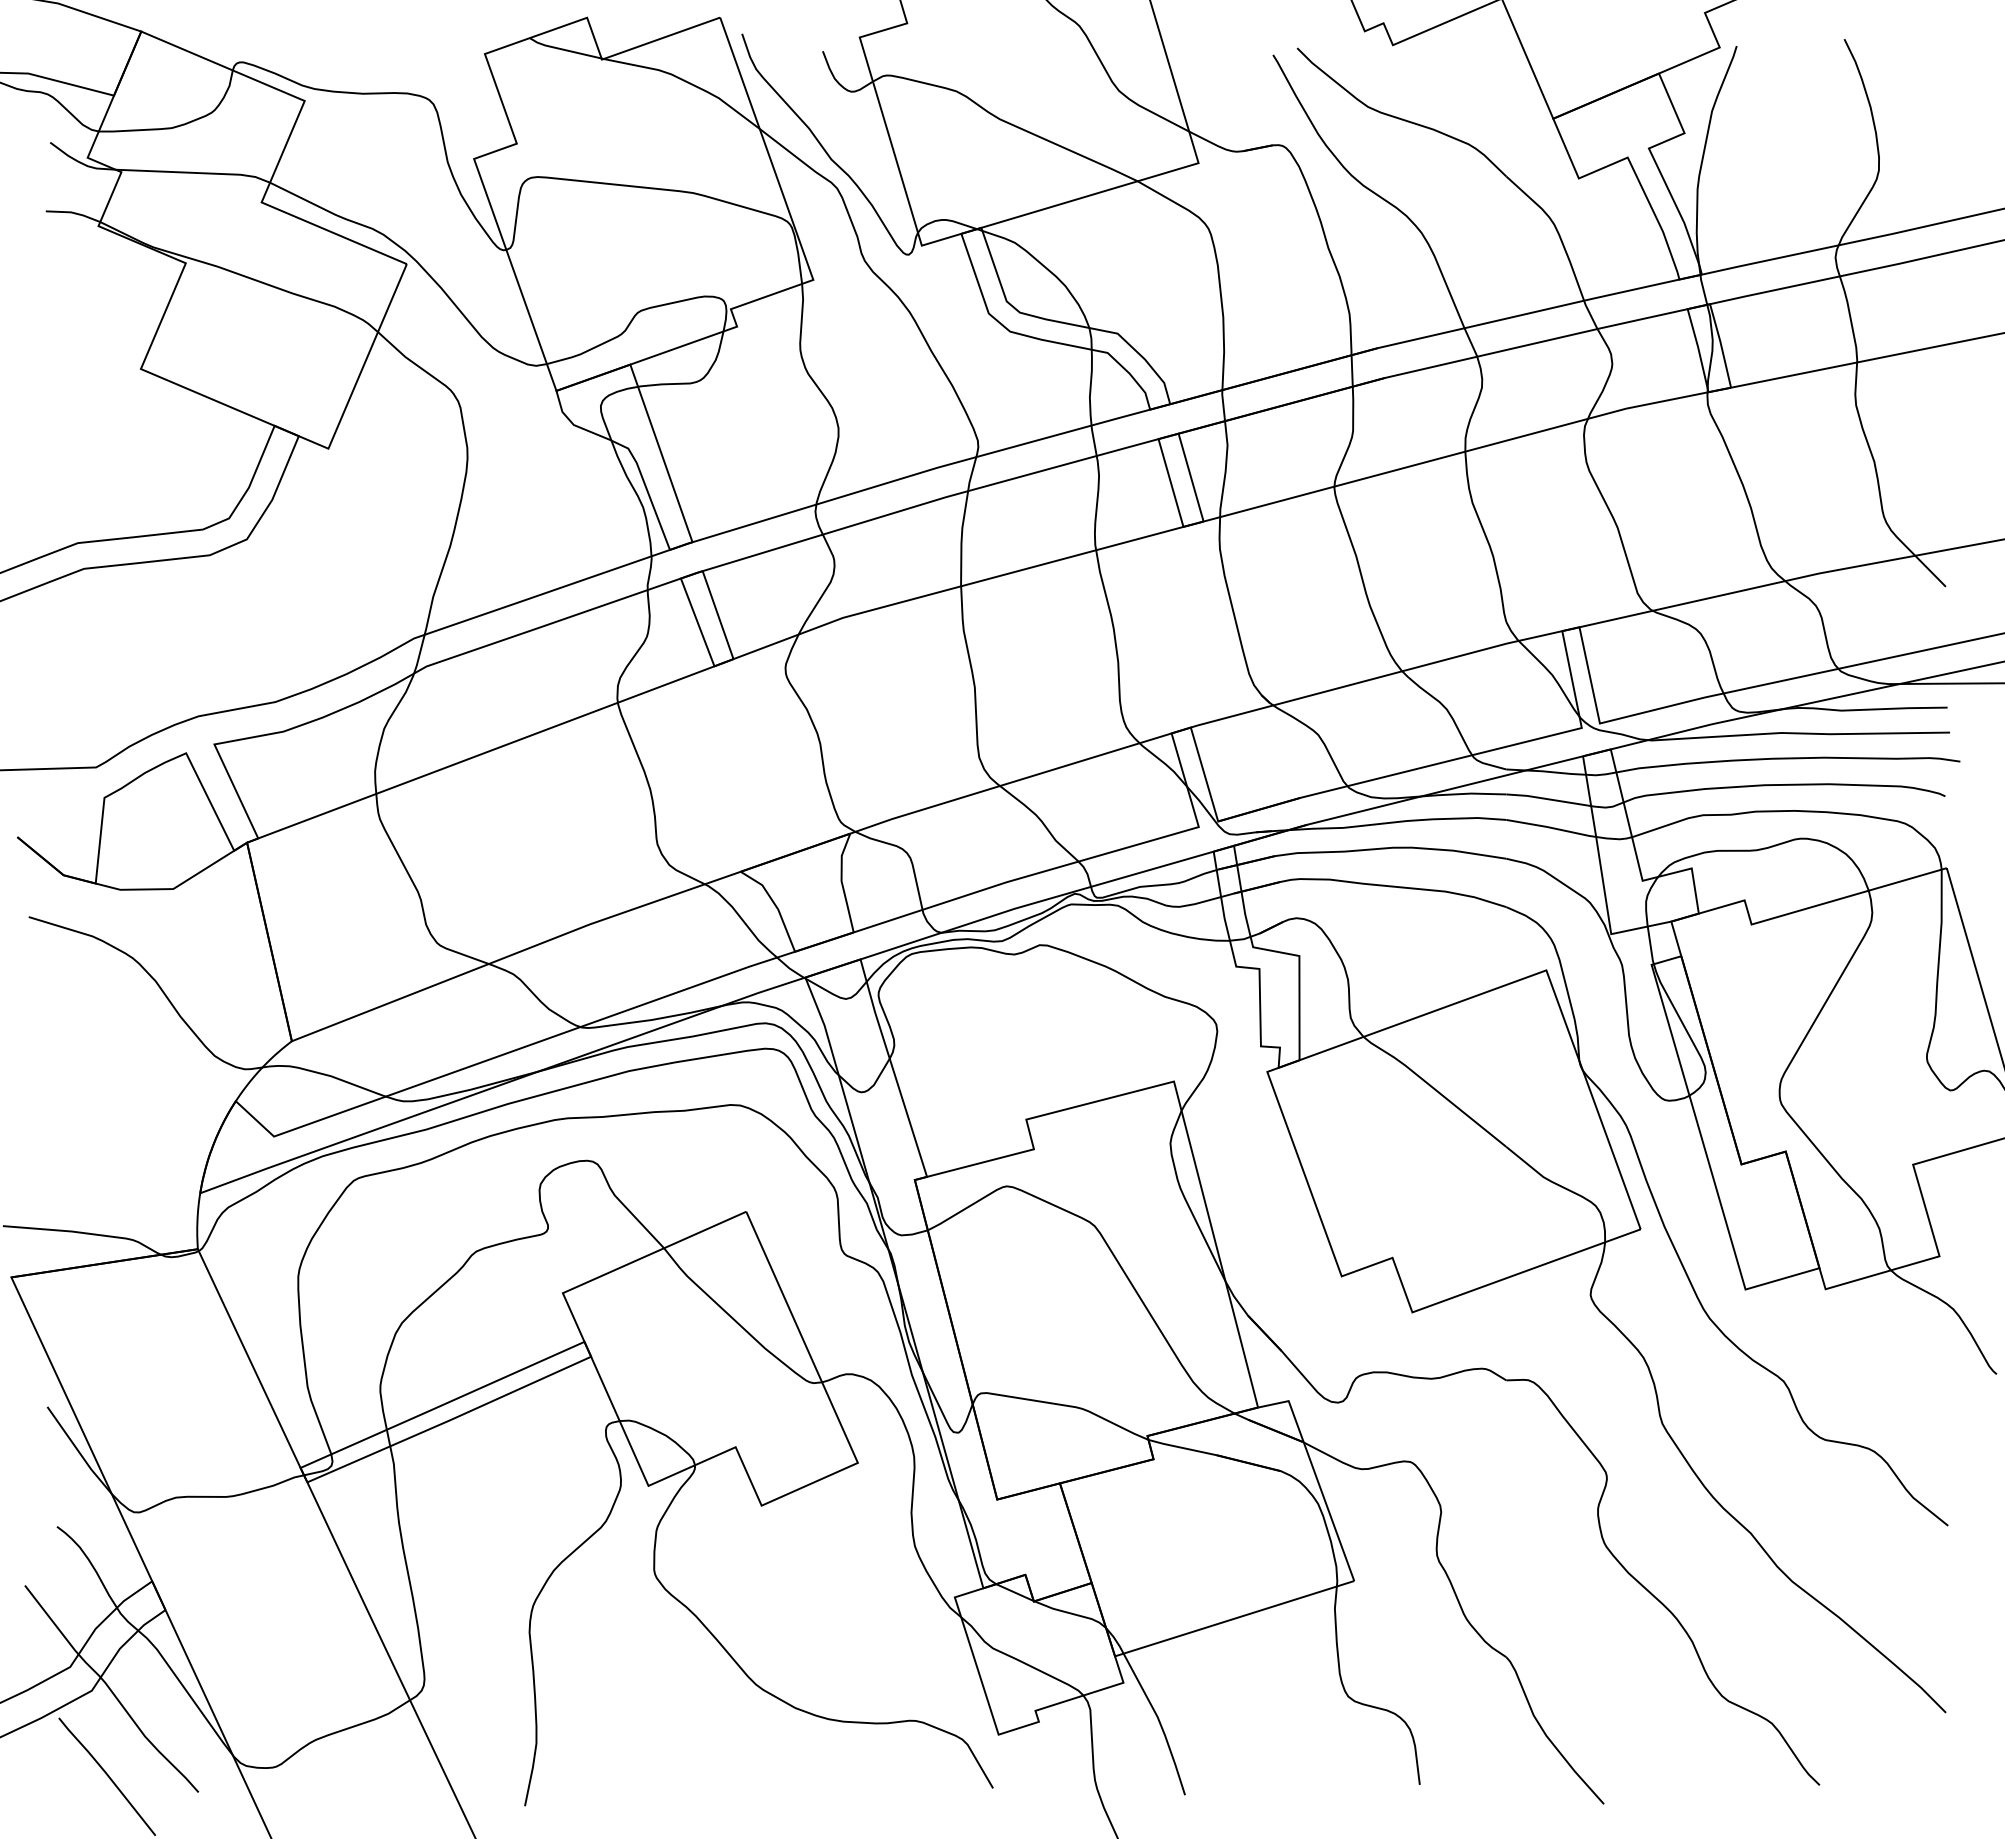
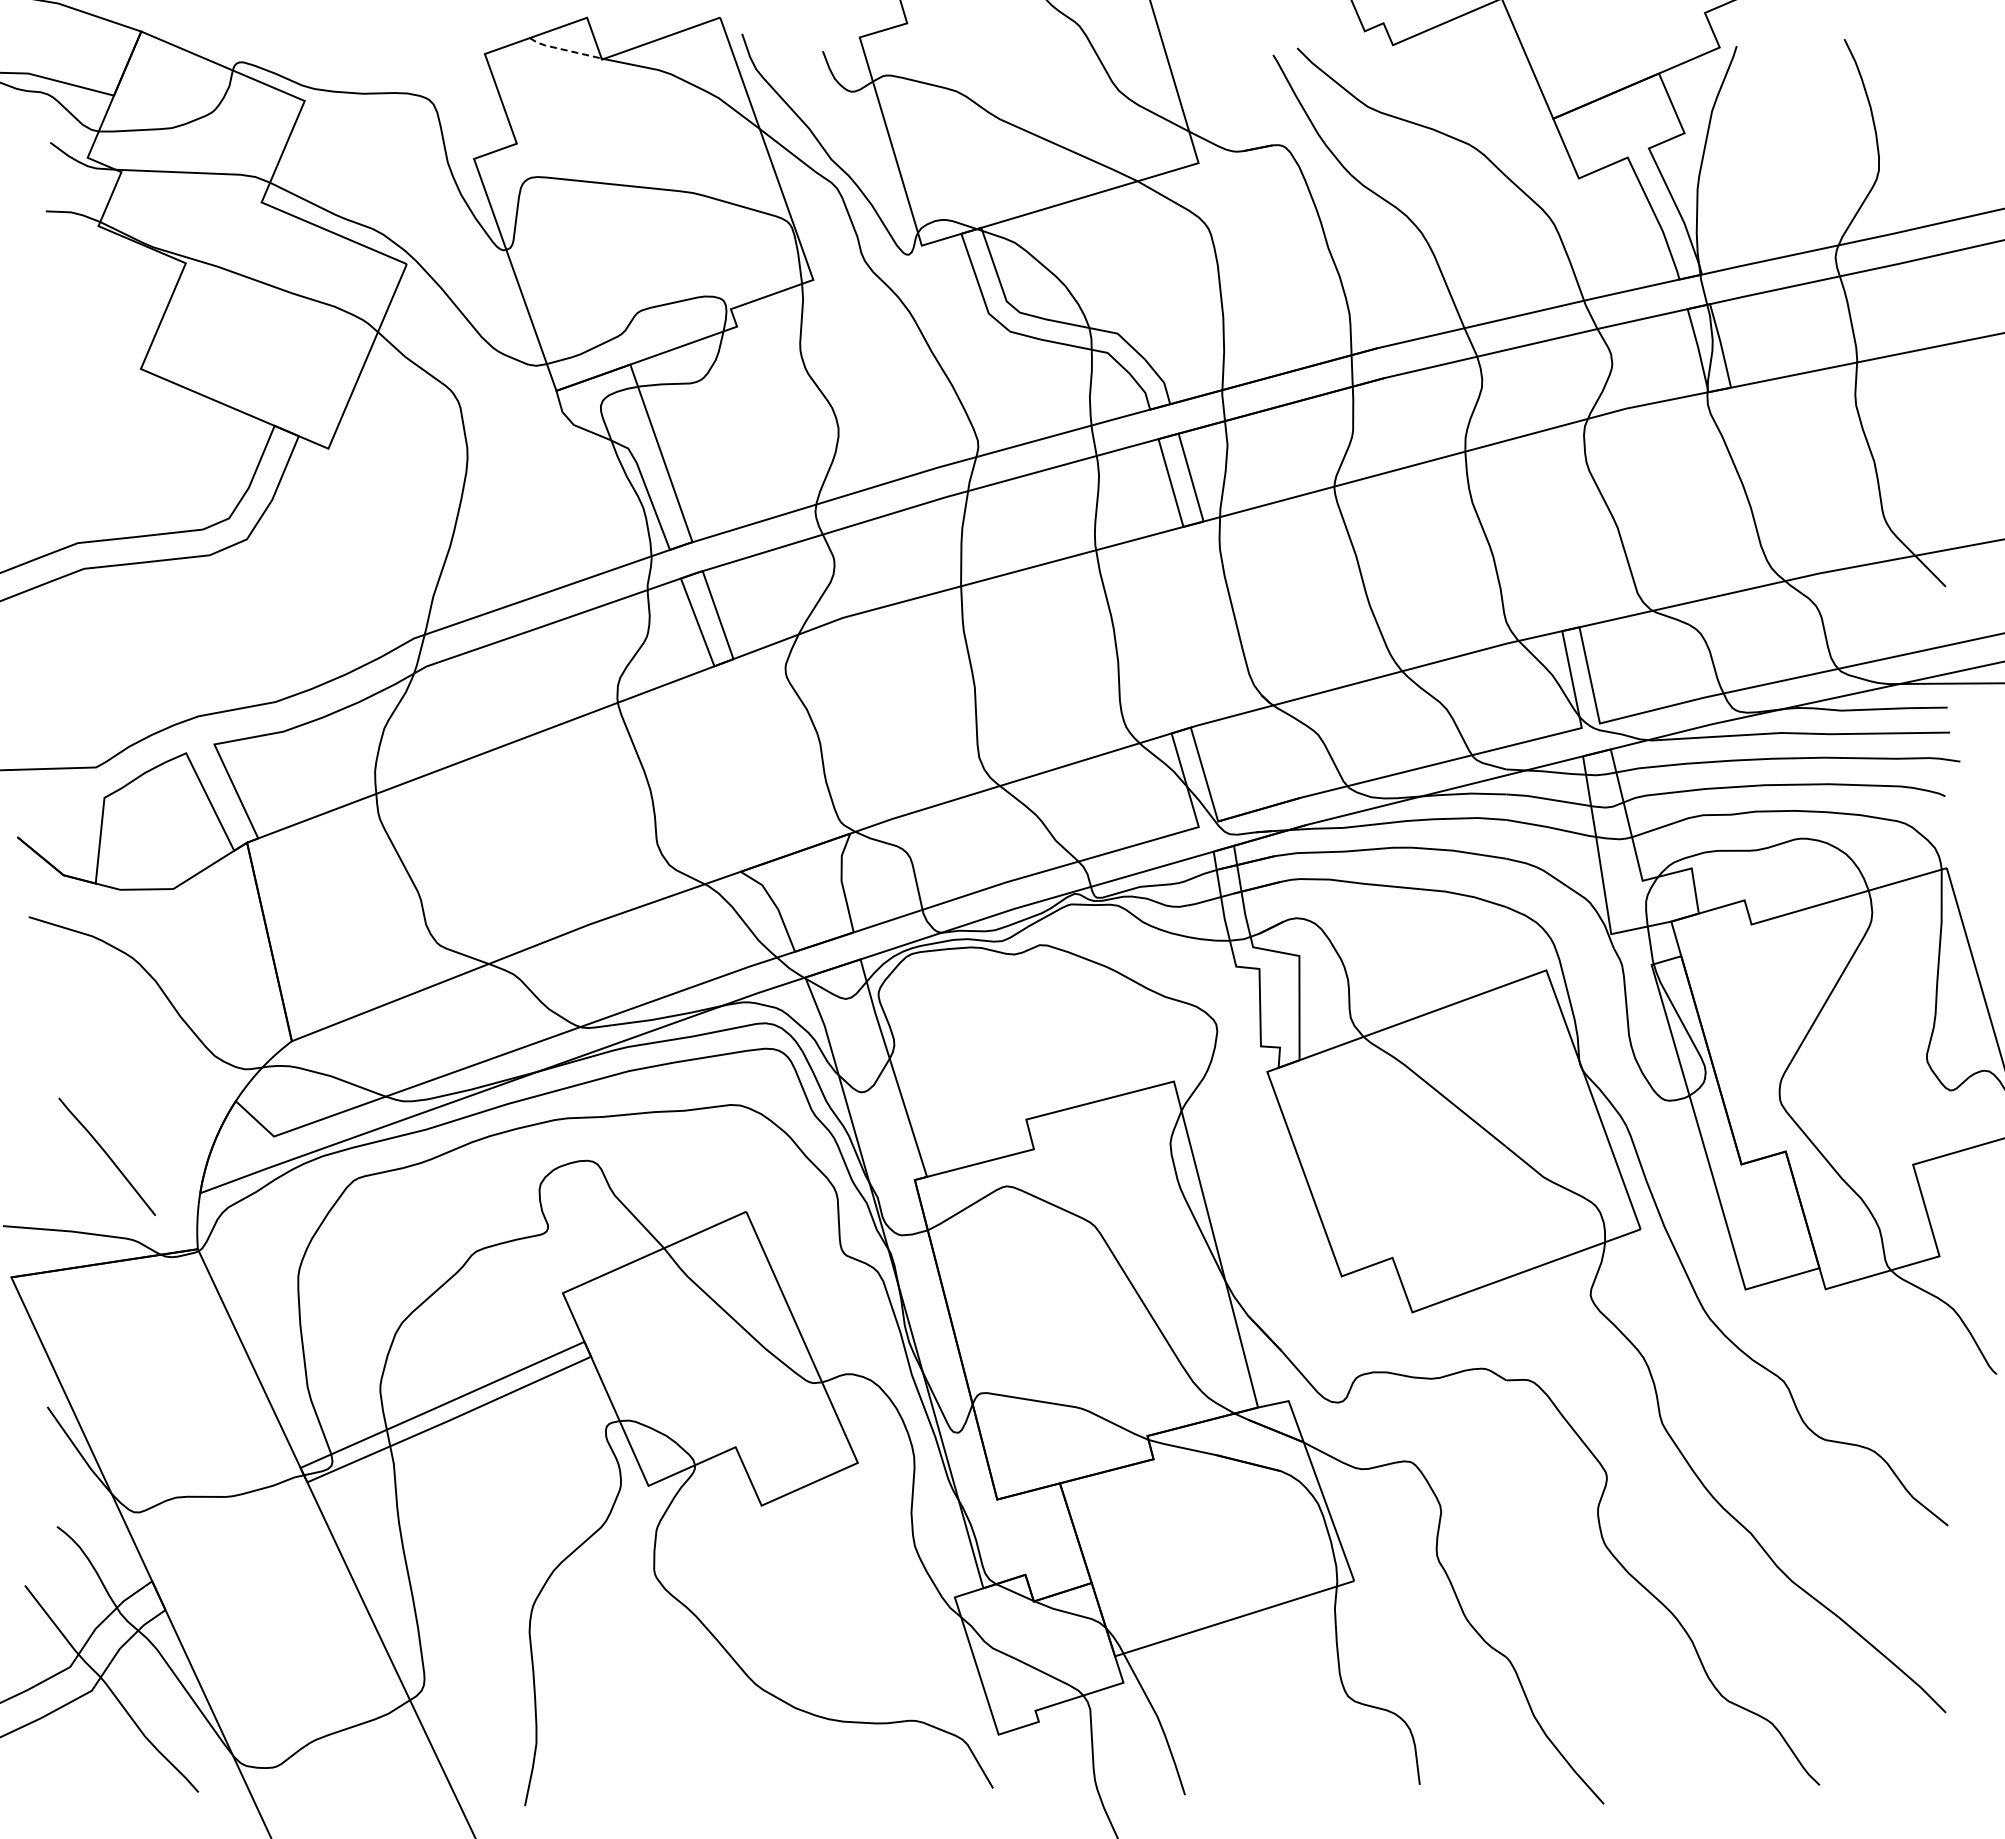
line at (563, 49): solid -> dashed
line at (107, 1776) position: (107, 1776) -> (107, 1156)
